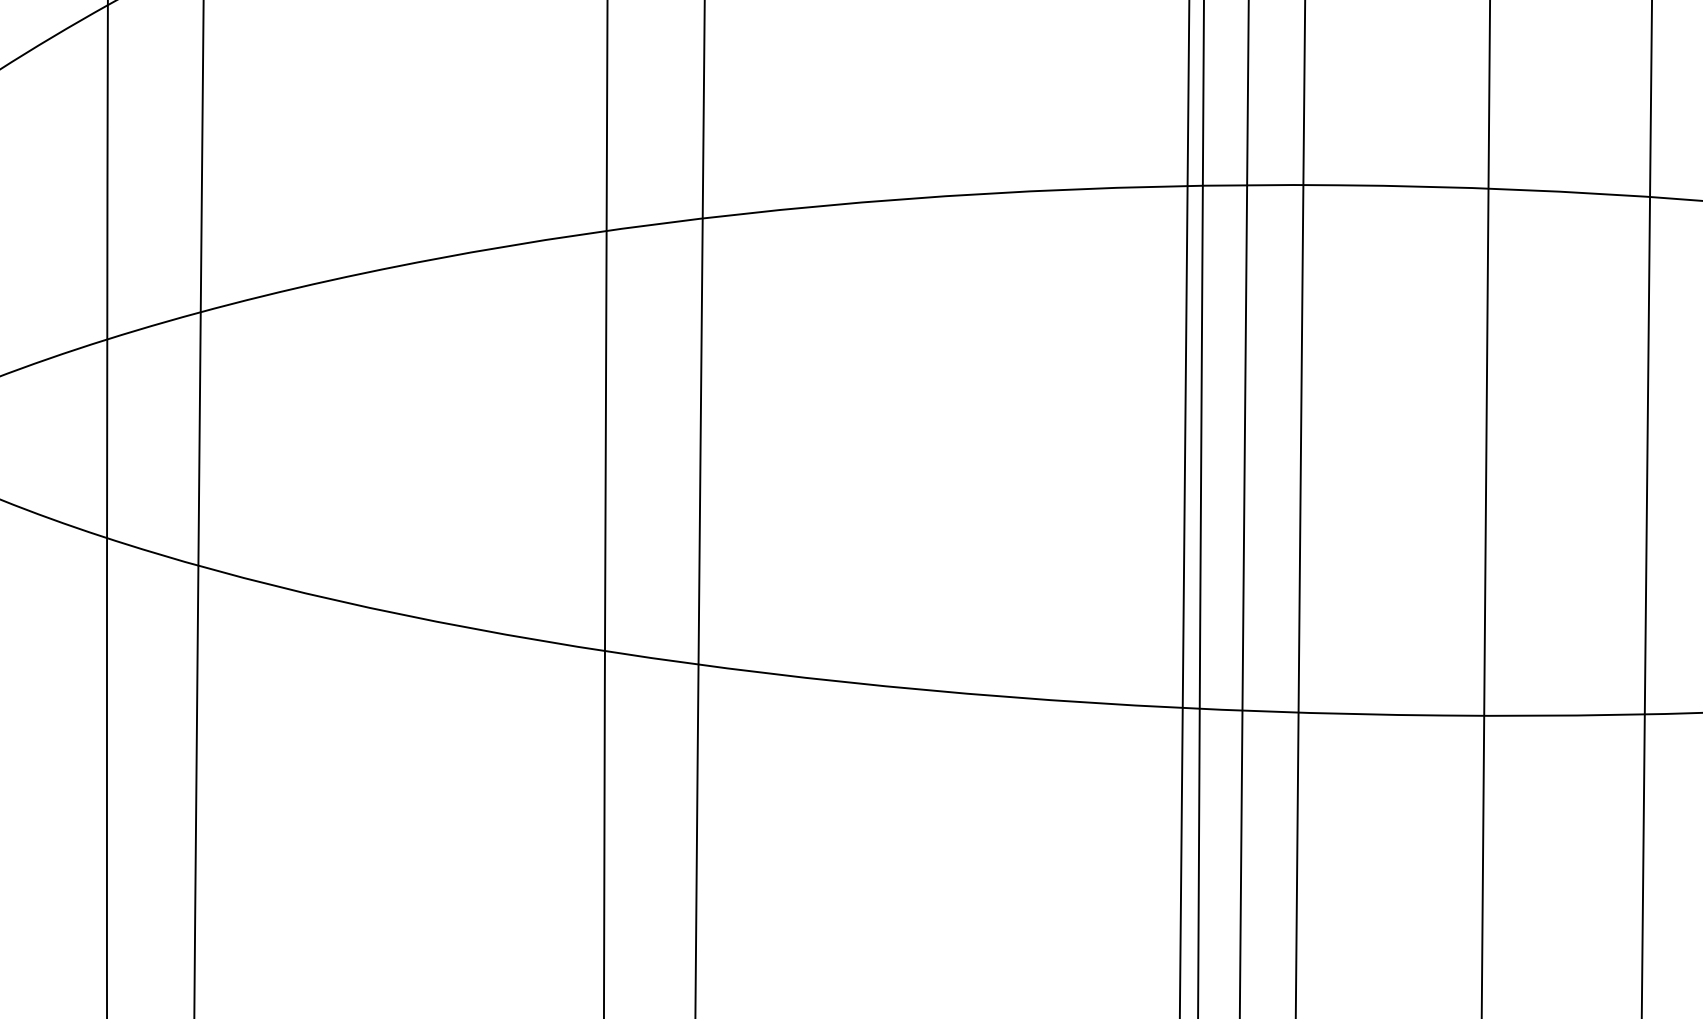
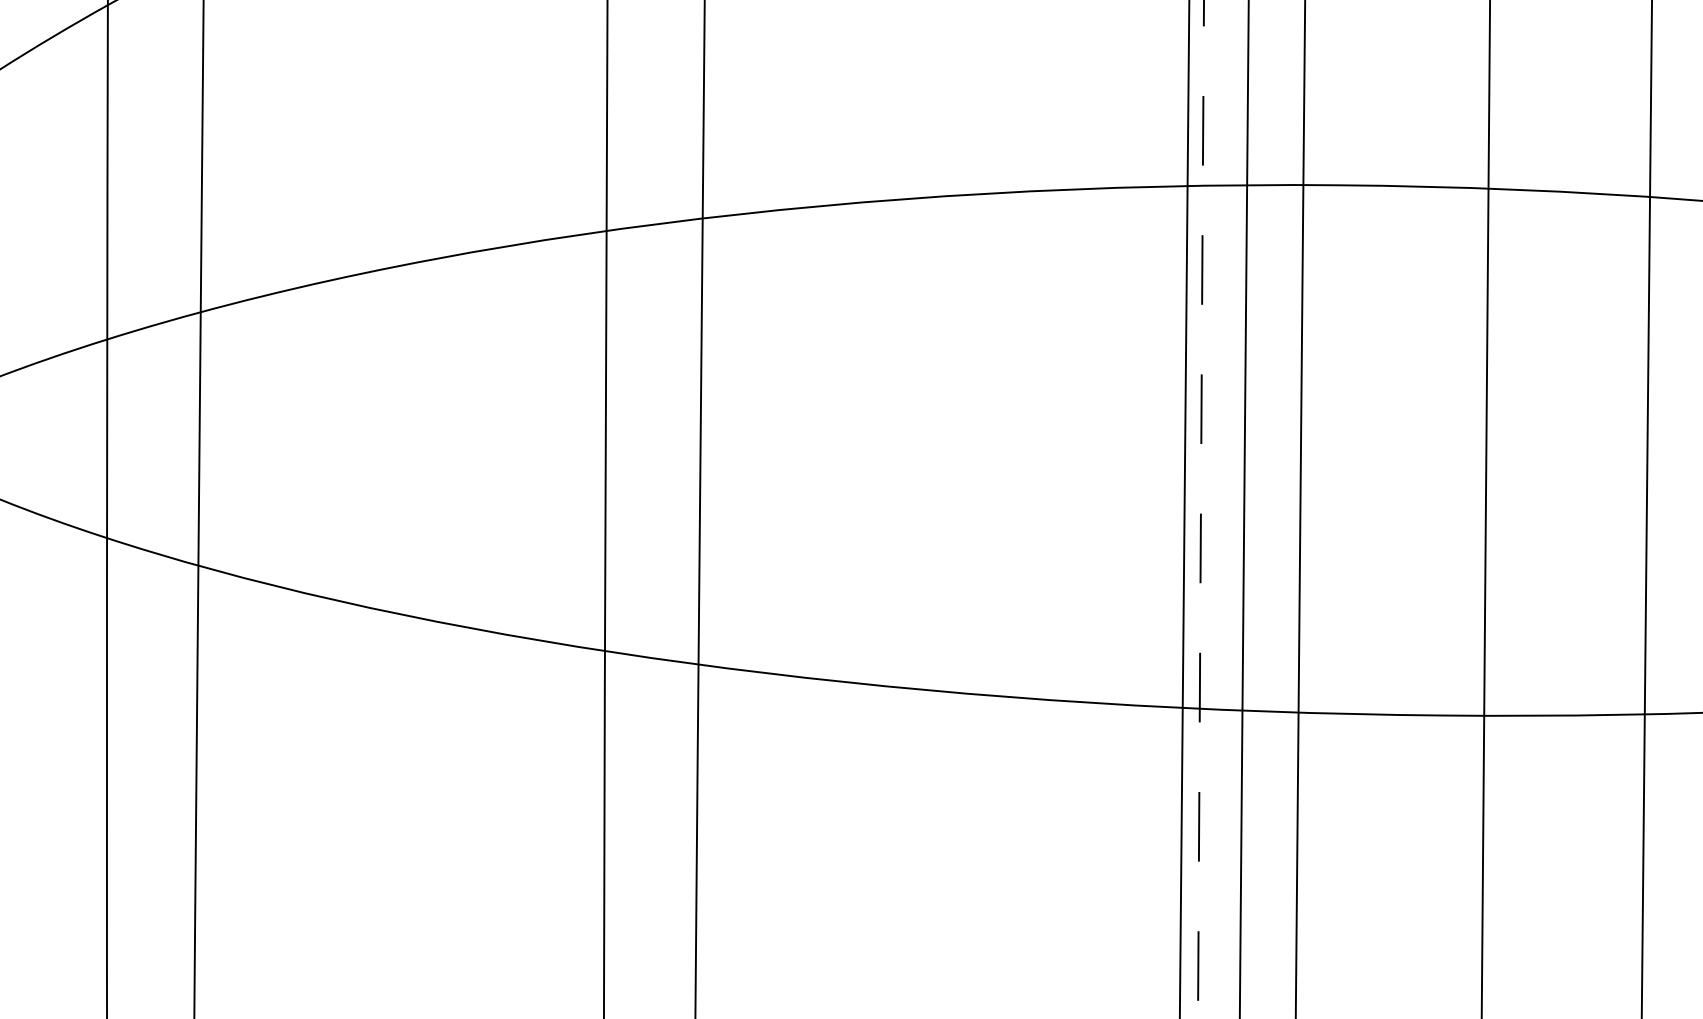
arc at (1200, 508): solid -> dashed
